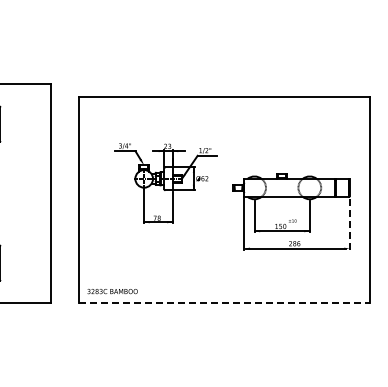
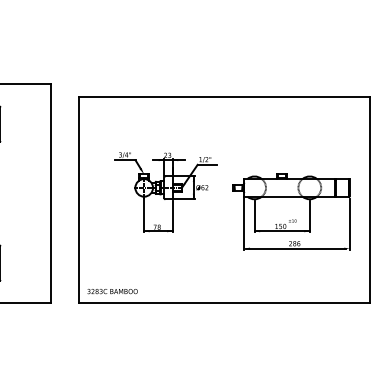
part at (165, 183) position: (165, 183) -> (165, 192)
line at (349, 224): dashed -> solid
line at (224, 302): dashed -> solid
